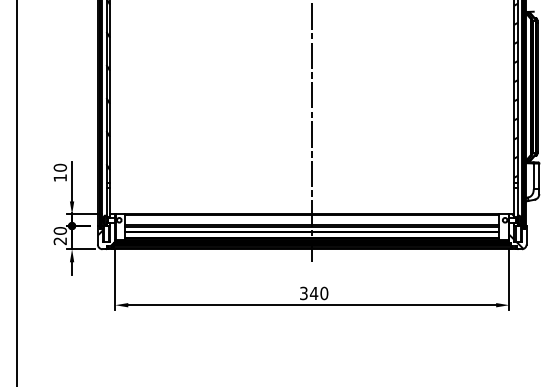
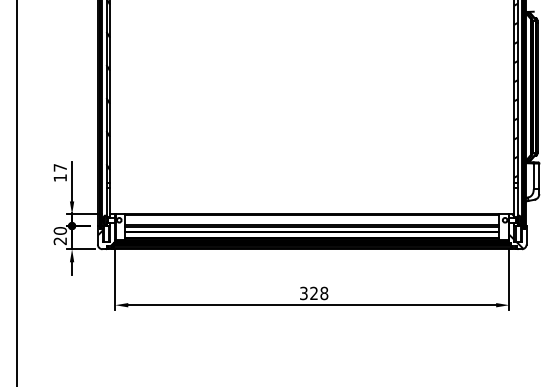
line at (312, 132): present -> none
text at (59, 167): 10 -> 17
text at (318, 292): 340 -> 328
